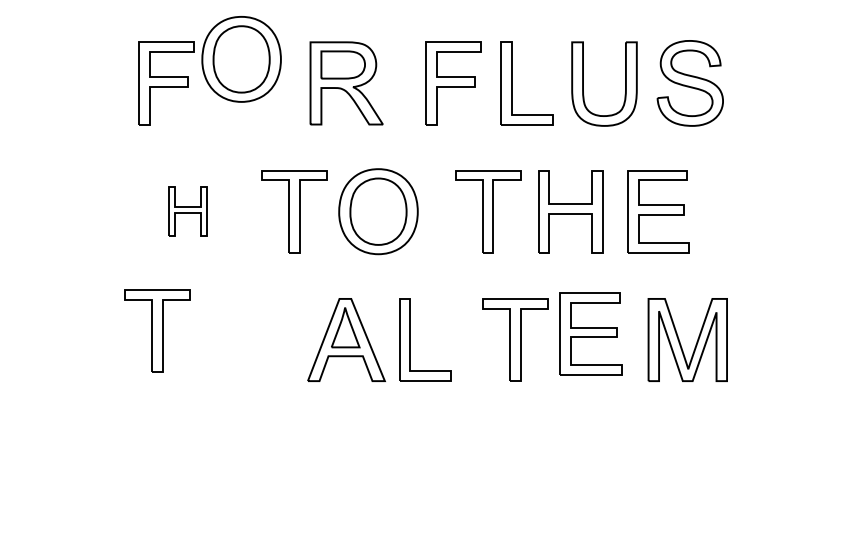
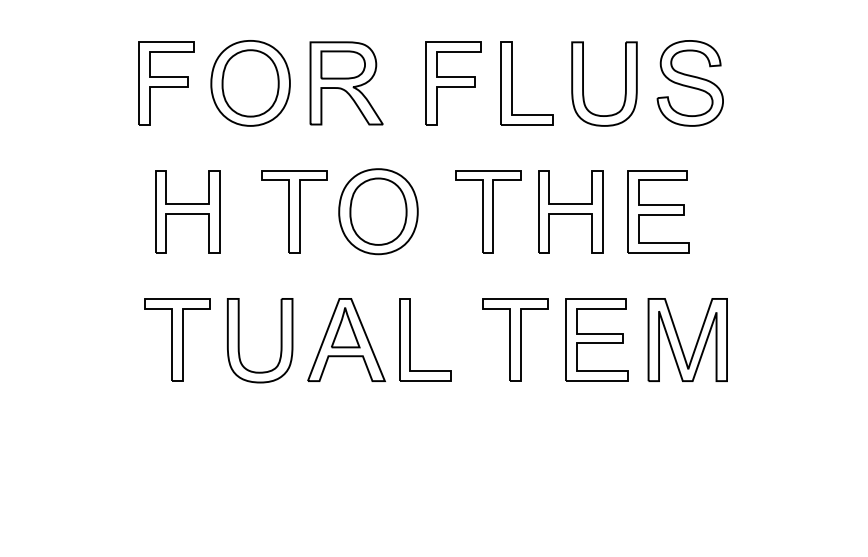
part at (241, 59) position: (241, 59) -> (250, 83)
part at (187, 211) size: 40x51 px -> 66x84 px
part at (157, 330) position: (157, 330) -> (177, 339)
part at (590, 333) position: (590, 333) -> (596, 339)
part at (239, 340): none -> present
